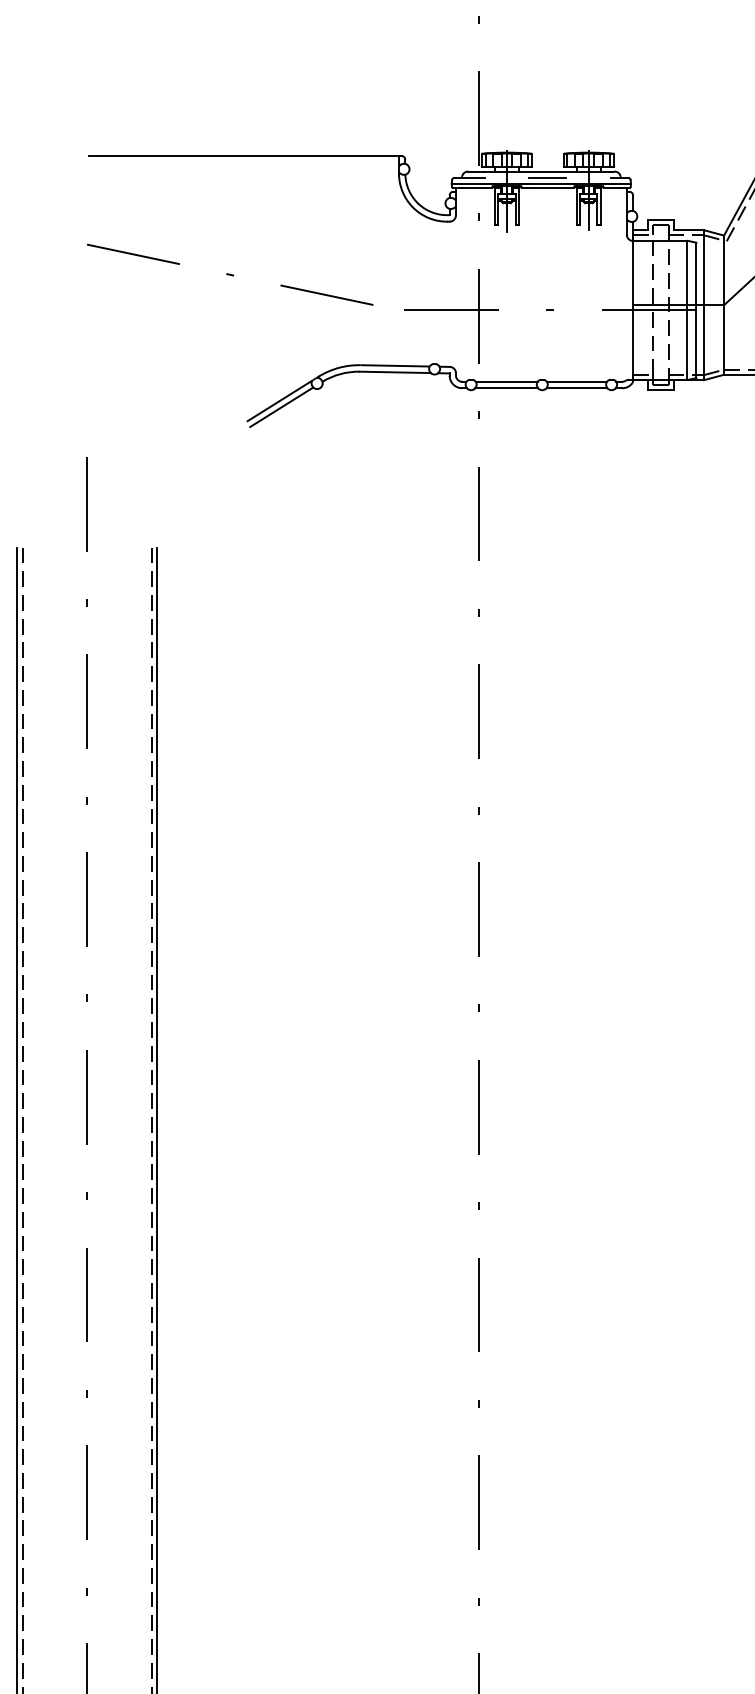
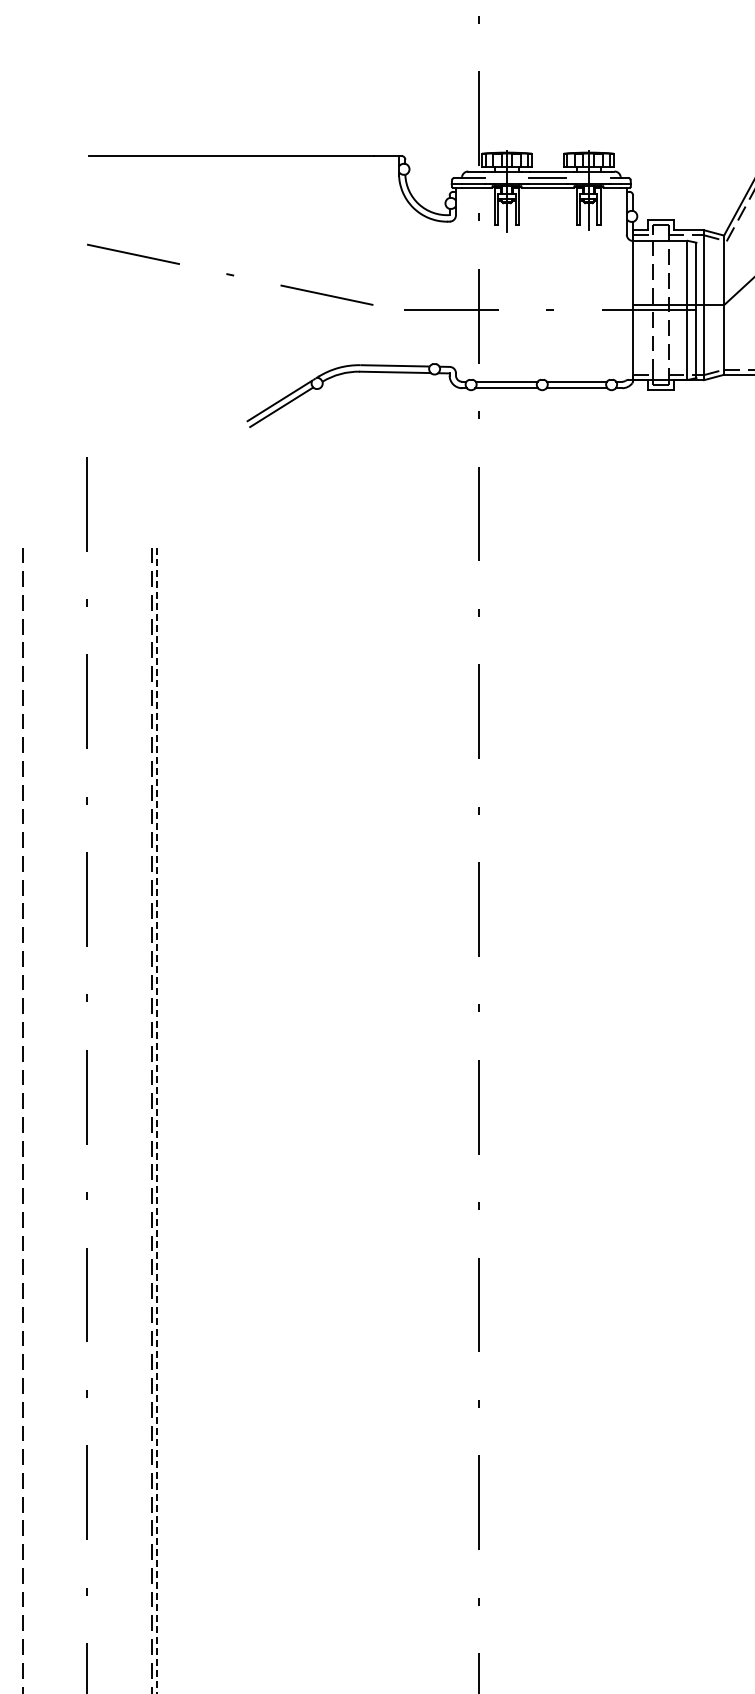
line at (17, 1118): present -> none
line at (156, 1120): solid -> dashed
